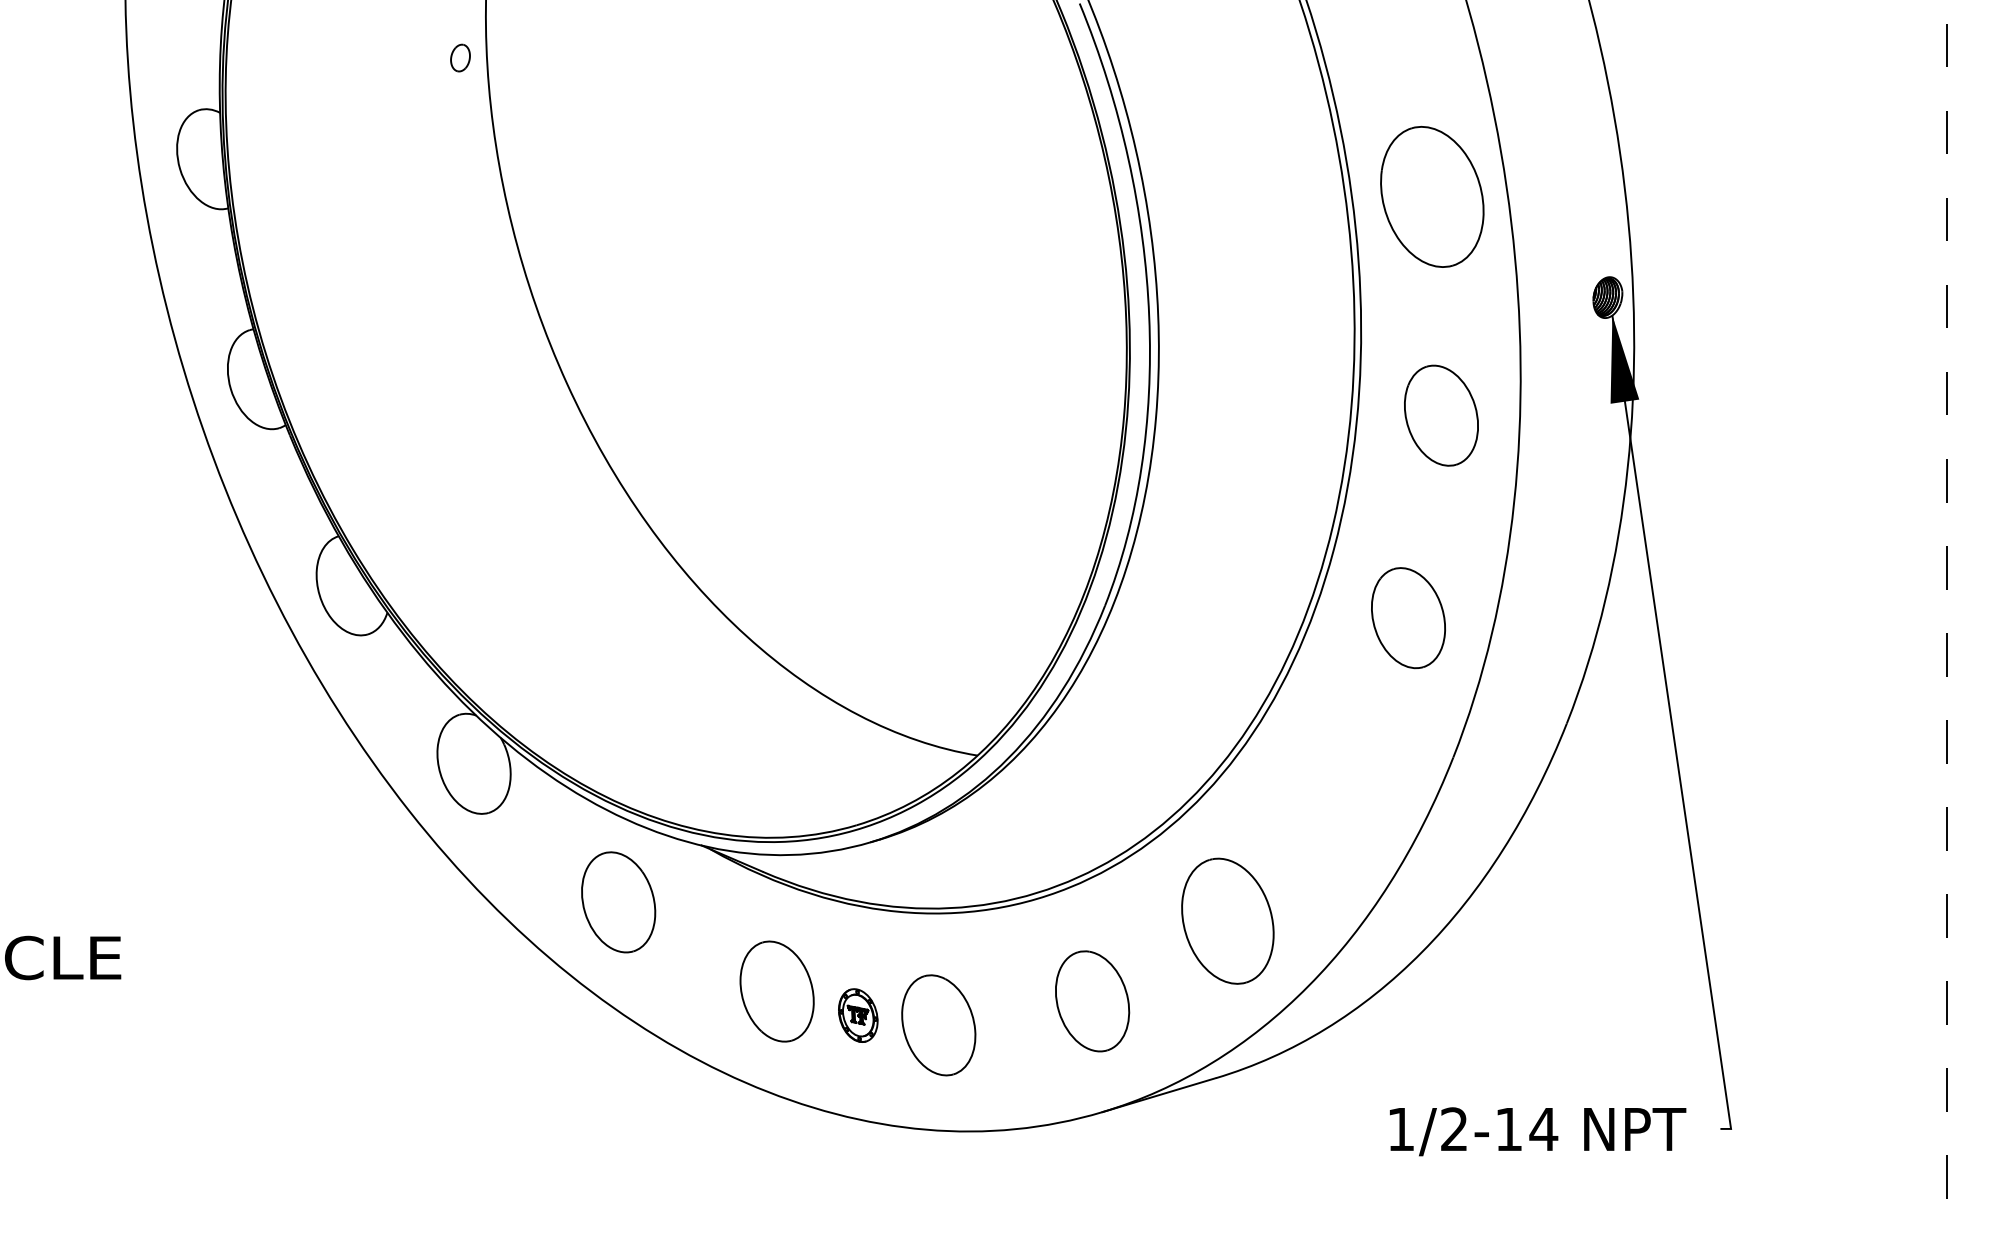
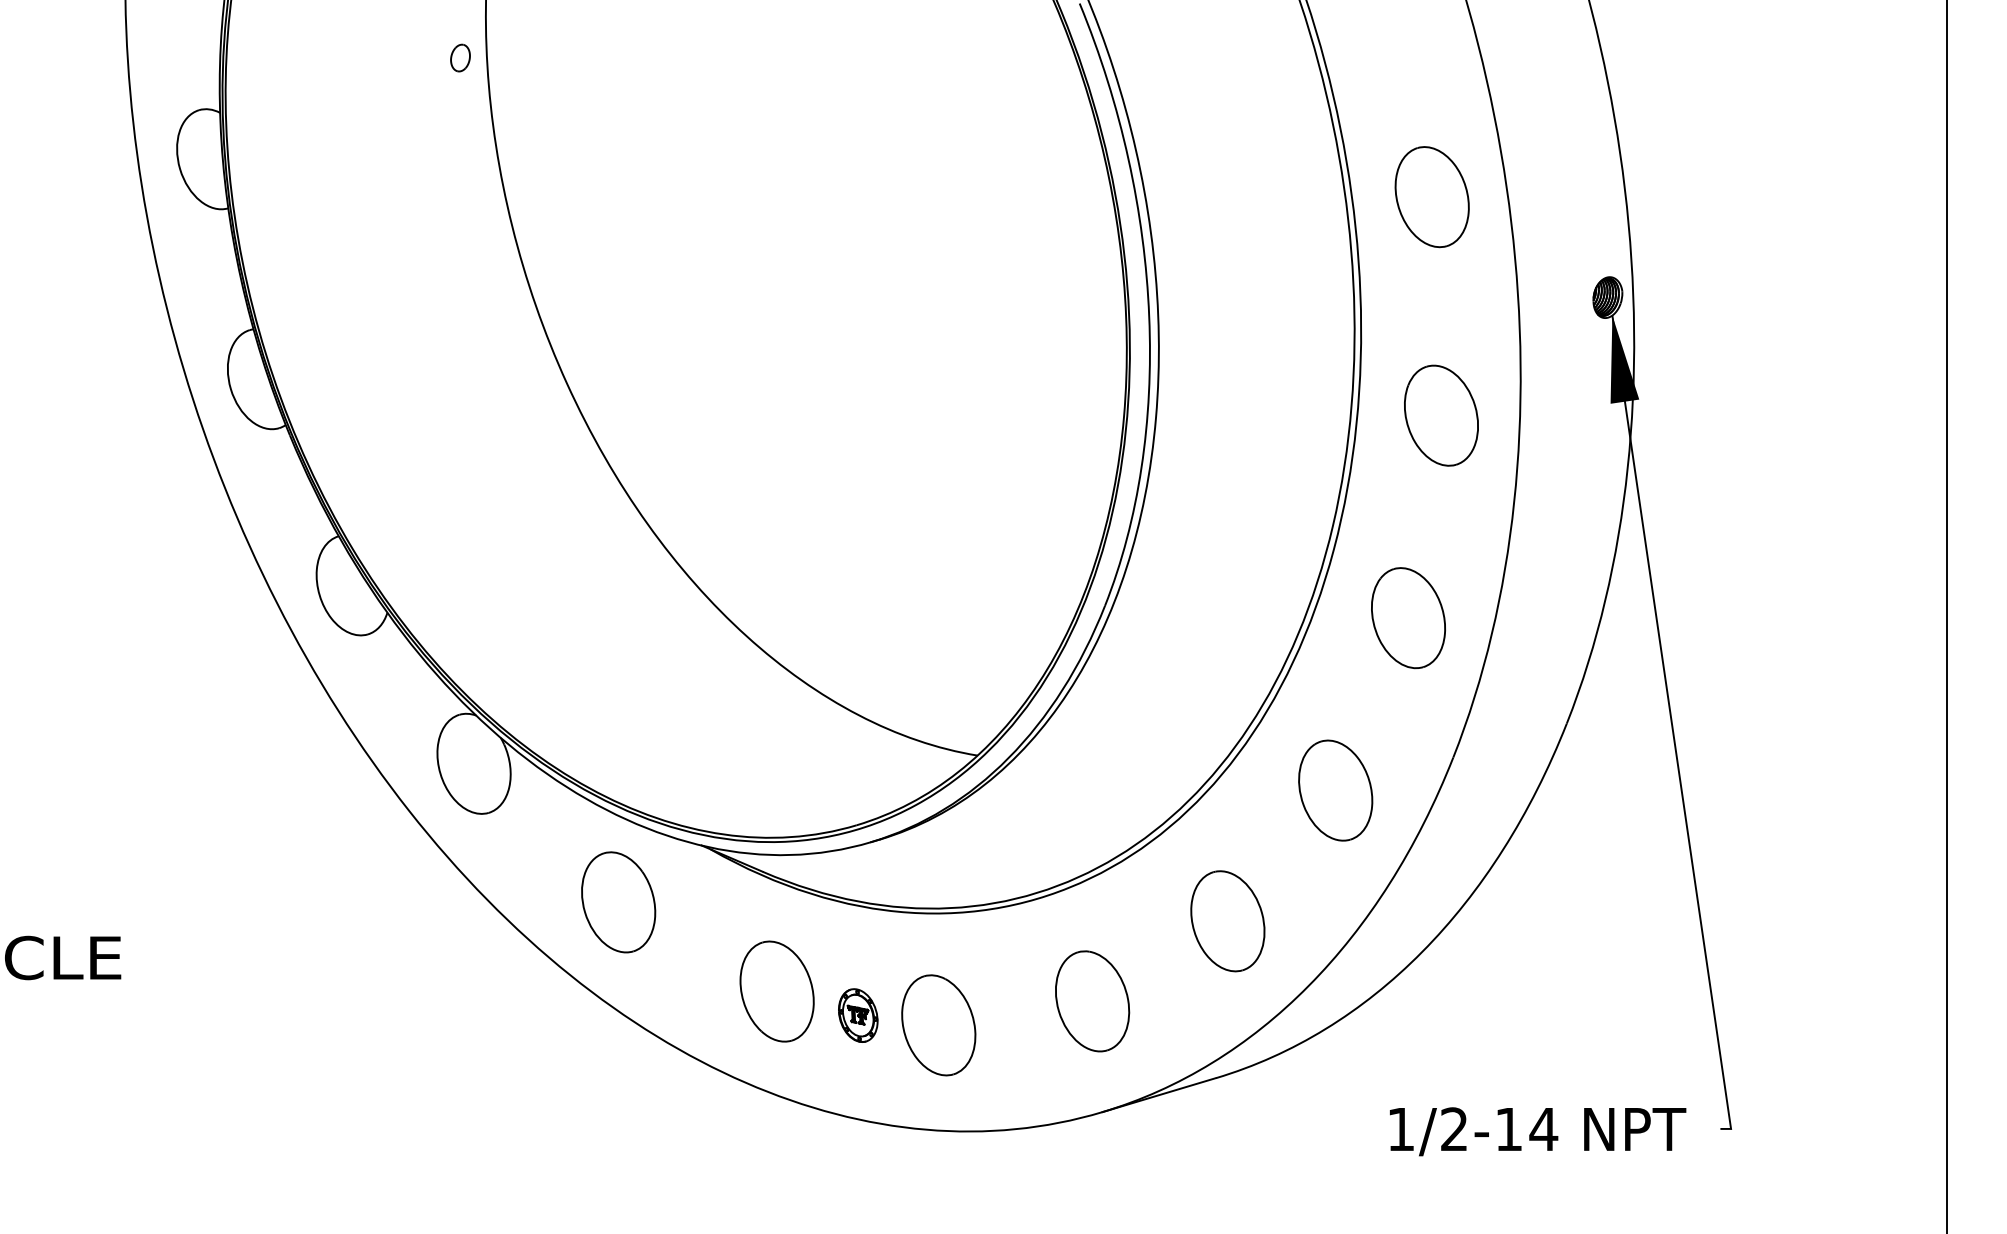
part at (1432, 196) size: 105x142 px -> 76x103 px
line at (1946, 617): dashed -> solid
part at (1335, 790): none -> present
part at (1227, 920) size: 94x128 px -> 76x103 px
